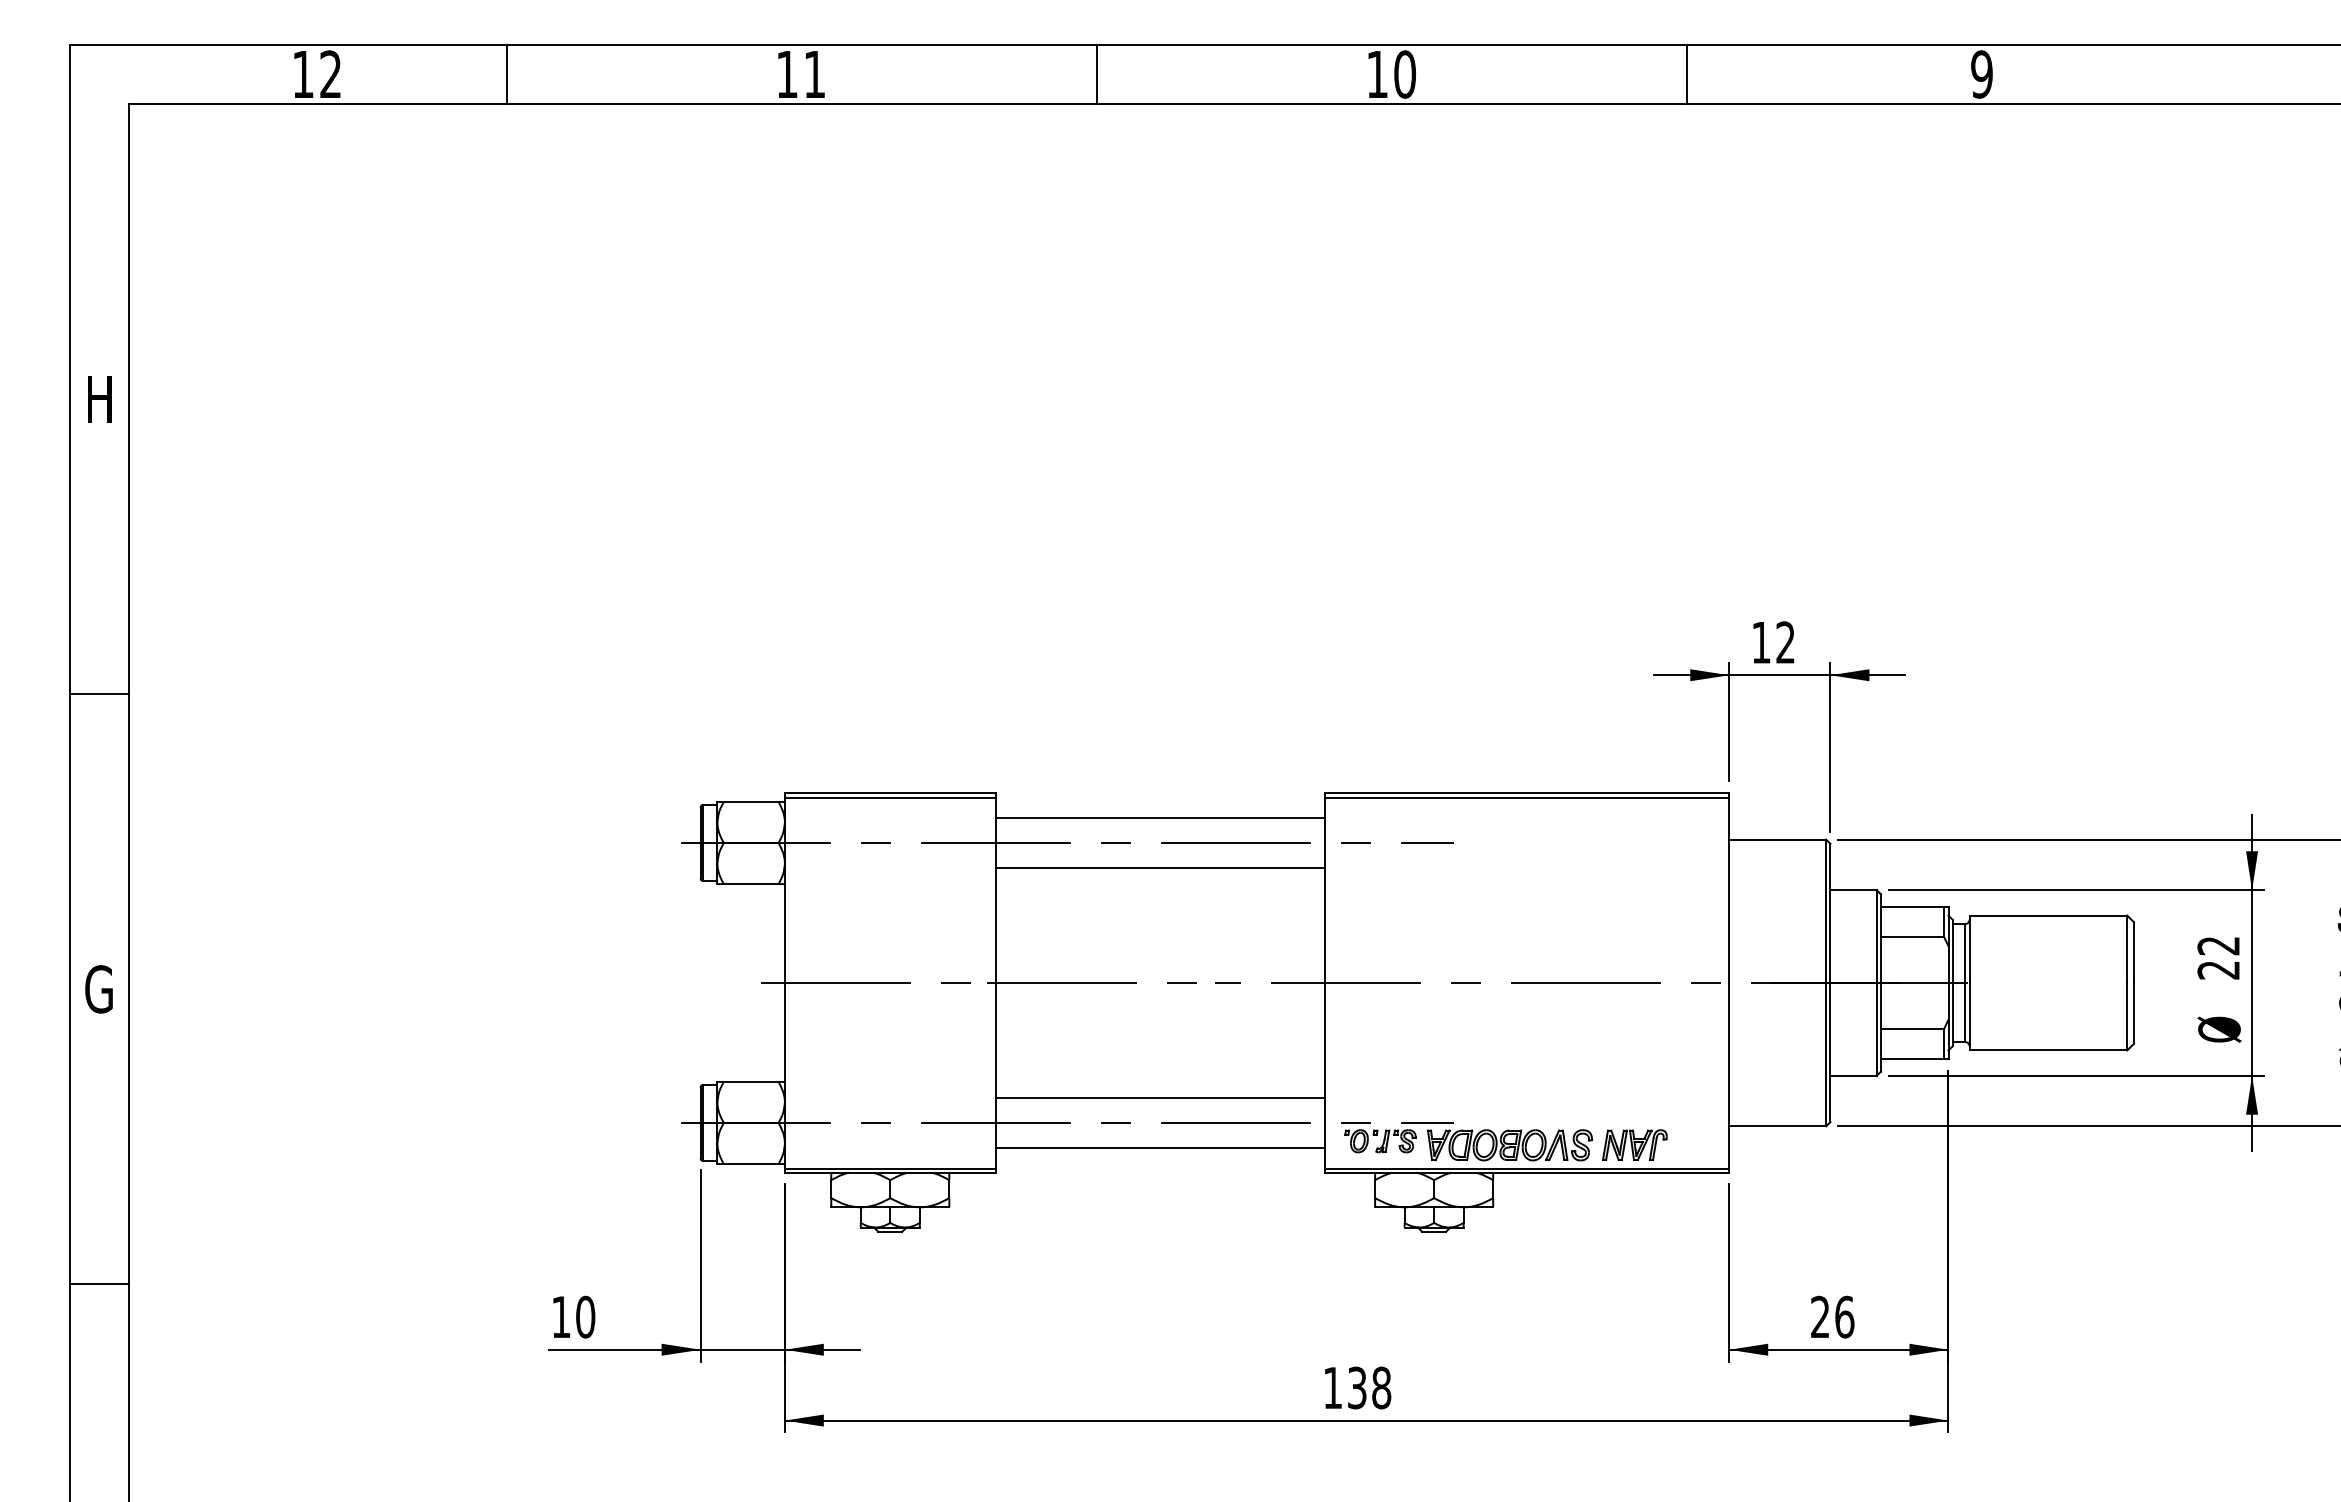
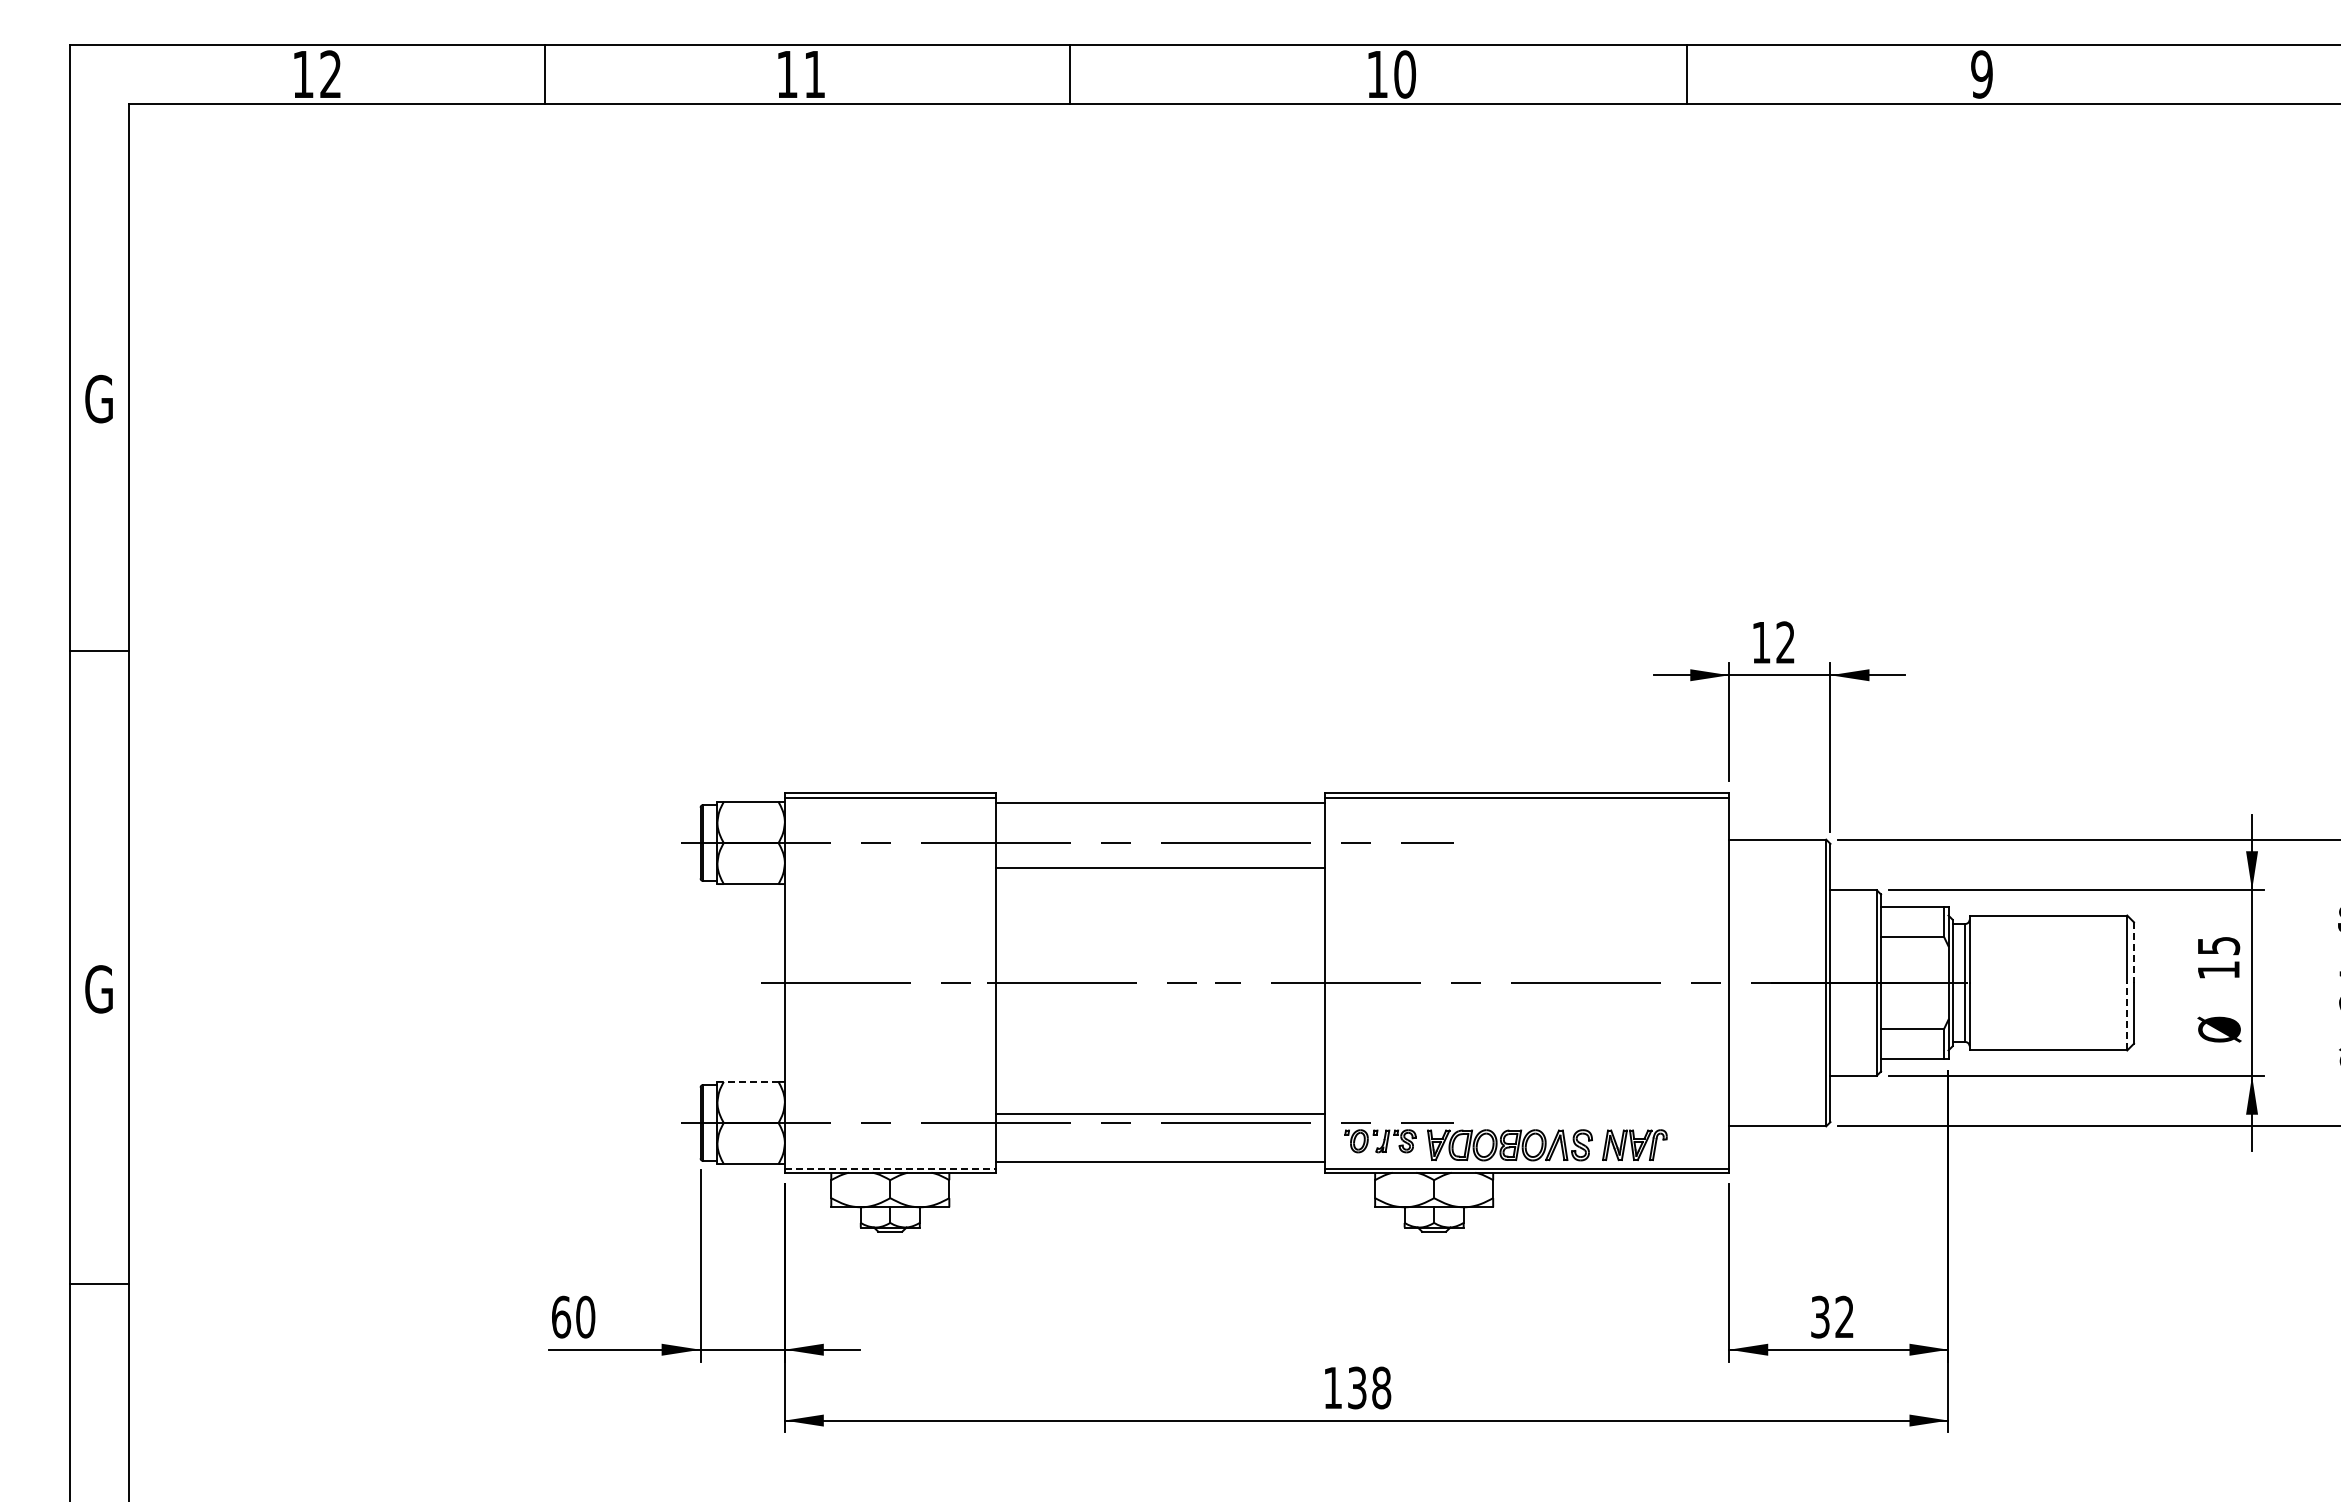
line at (506, 73) position: (506, 73) -> (544, 73)
line at (1097, 73) position: (1097, 73) -> (1070, 73)
text at (98, 398): H -> G
line at (99, 694) position: (99, 694) -> (99, 651)
line at (1159, 817) position: (1159, 817) -> (1159, 802)
line at (2134, 953): solid -> dashed
text at (2218, 958): 22 -> 15
line at (2127, 1016): solid -> dashed
line at (750, 1081): solid -> dashed
line at (1159, 1097) position: (1159, 1097) -> (1159, 1113)
line at (1159, 1148) position: (1159, 1148) -> (1159, 1162)
line at (890, 1168): solid -> dashed
text at (561, 1316): 10 -> 60
text at (1832, 1316): 26 -> 32
